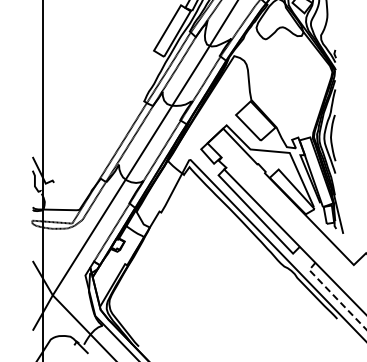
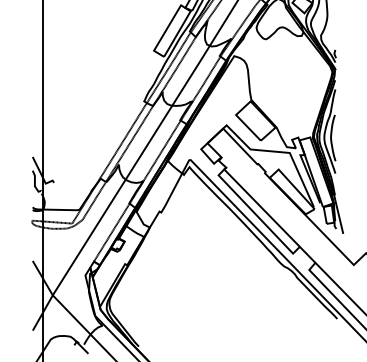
line at (334, 295): dashed -> solid
